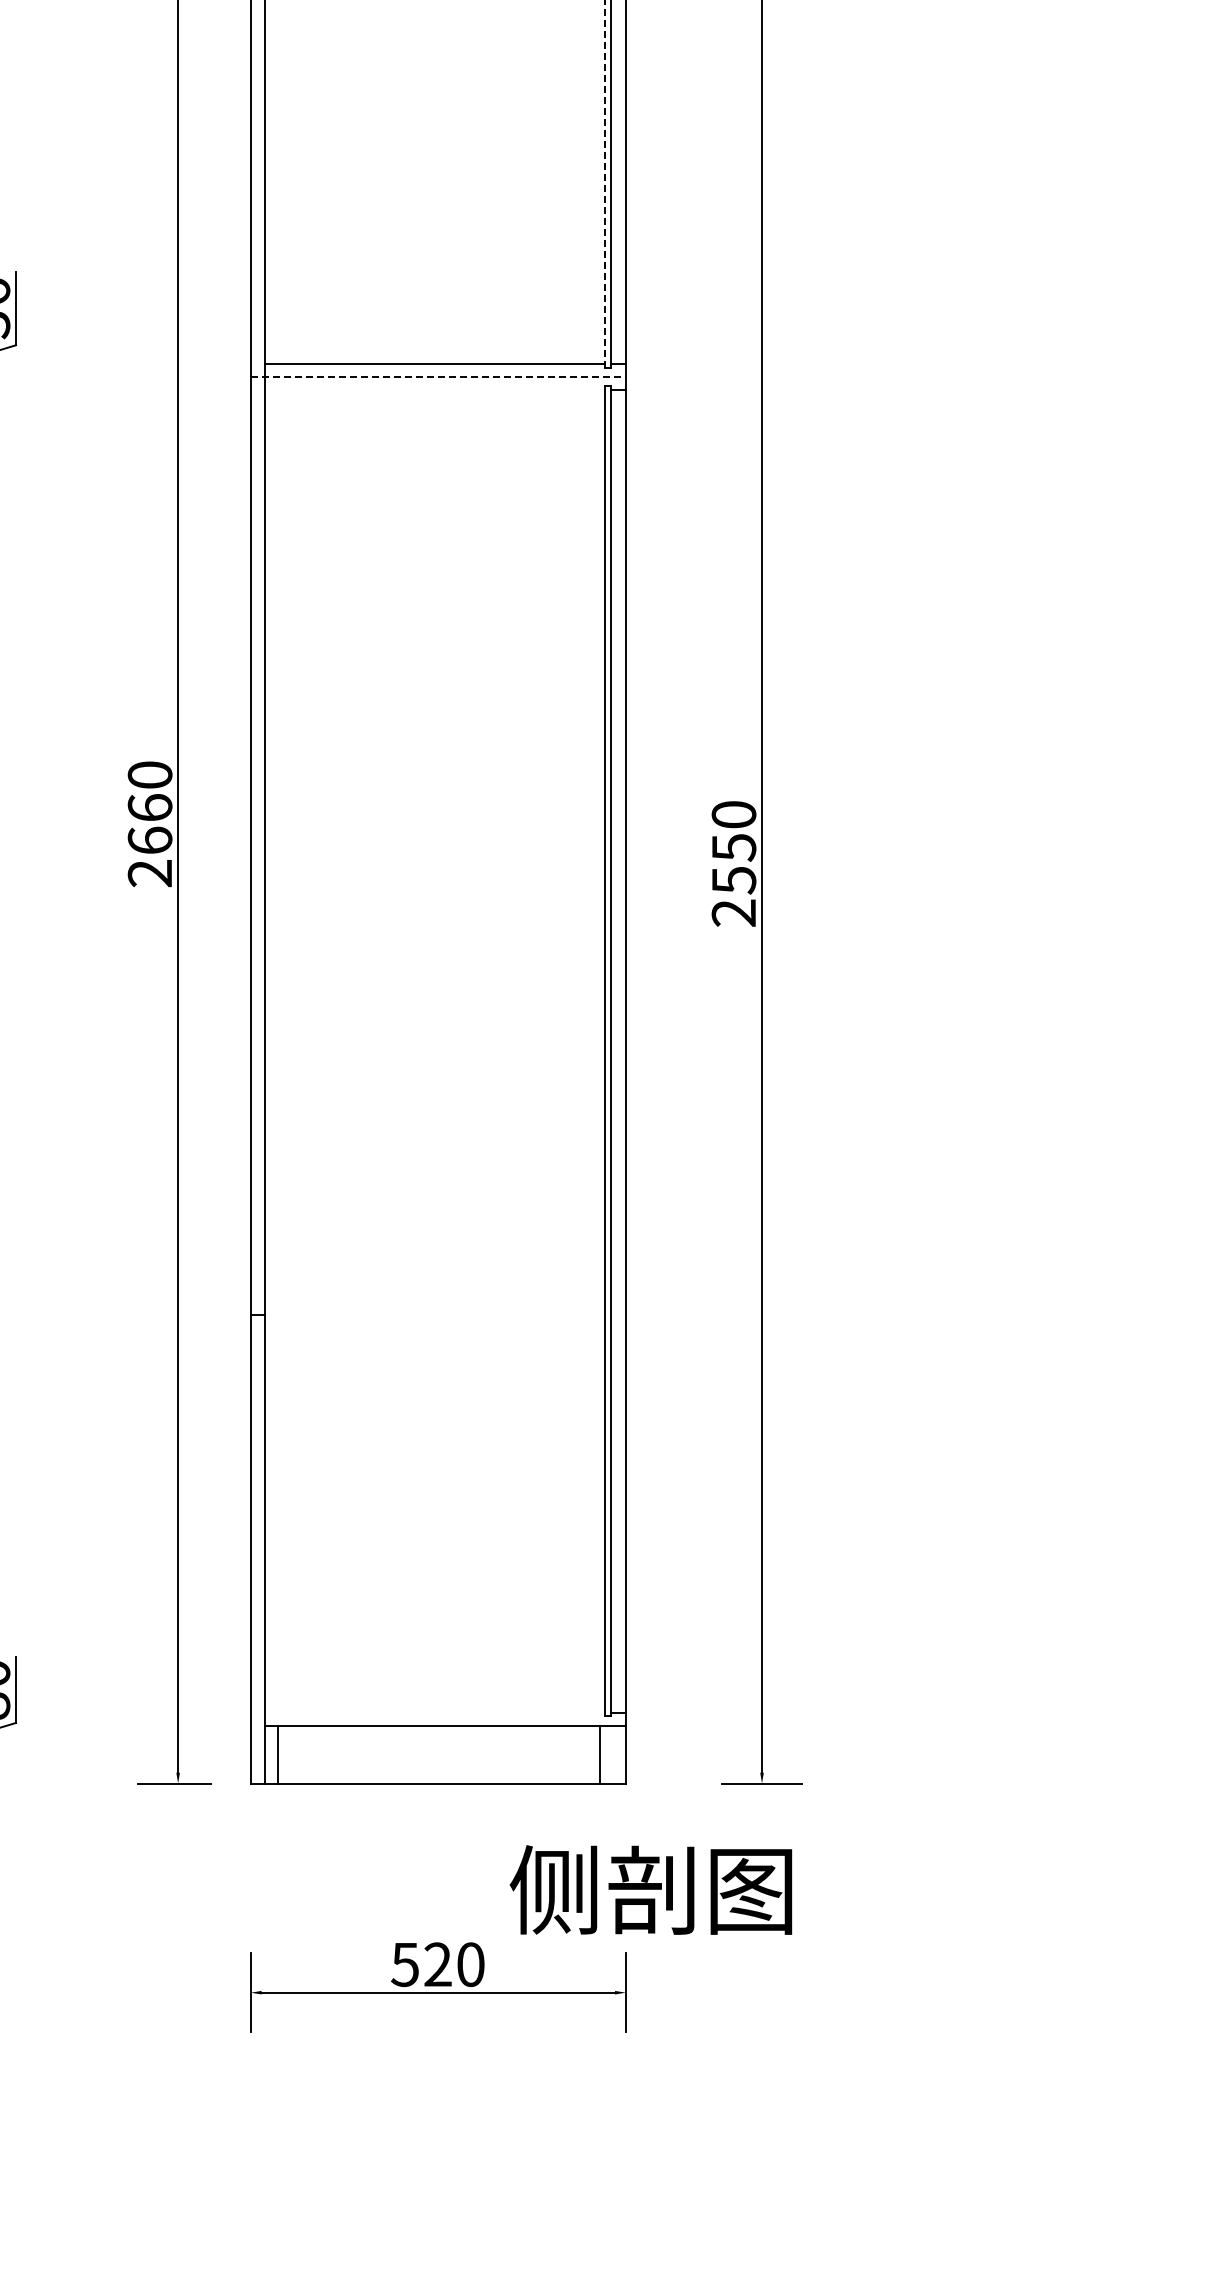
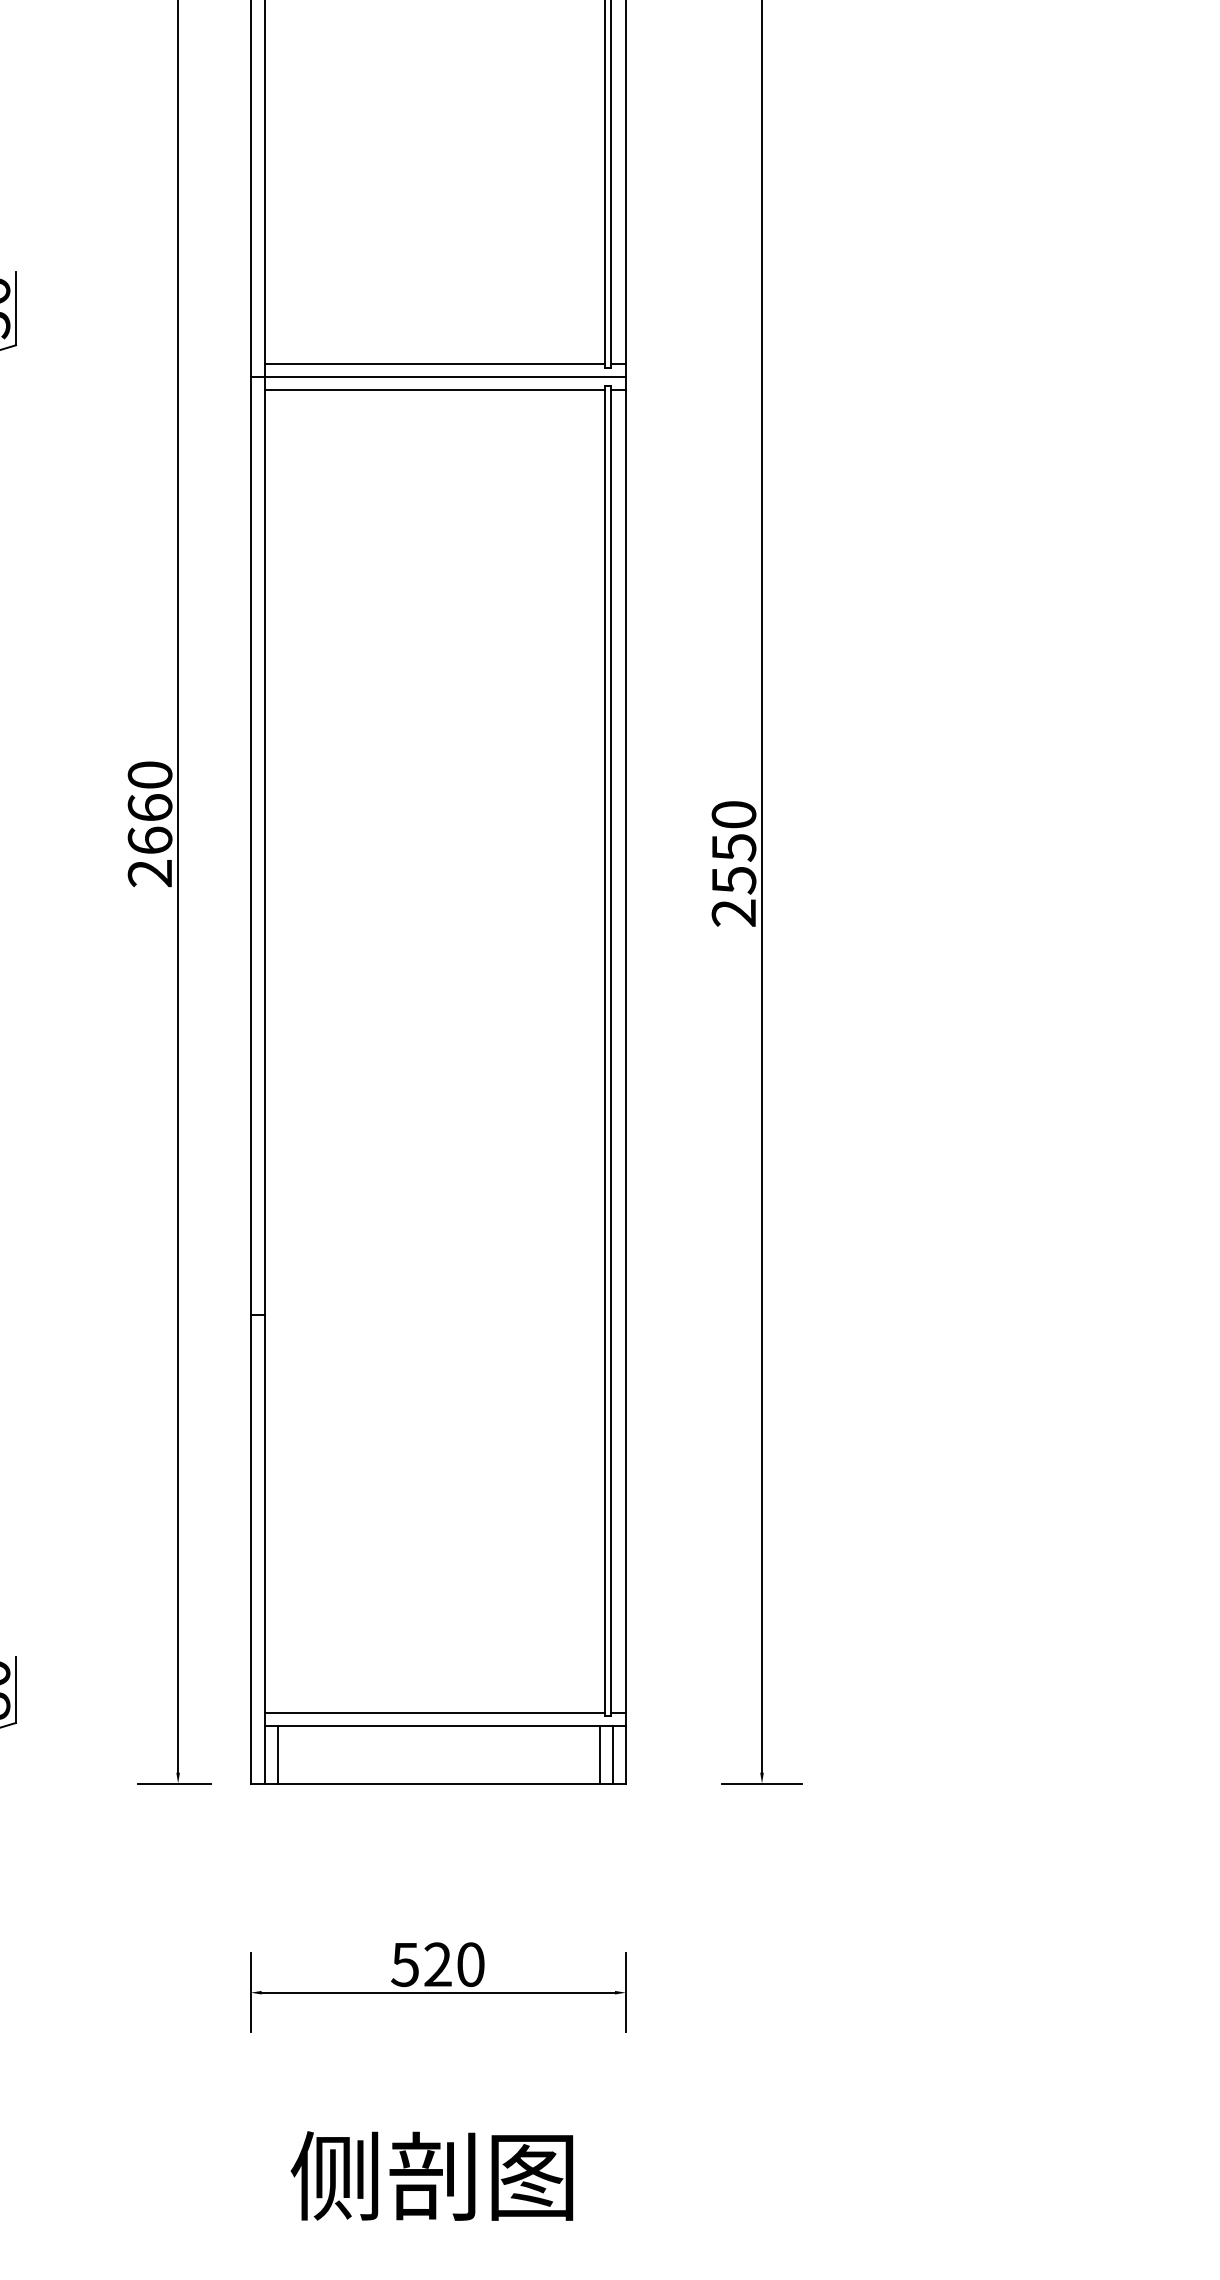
line at (604, 184): dashed -> solid
line at (438, 377): dashed -> solid
line at (434, 390): none -> present
line at (434, 1712): none -> present
line at (612, 1754): none -> present
text at (650, 1889) position: (650, 1889) -> (431, 2175)
